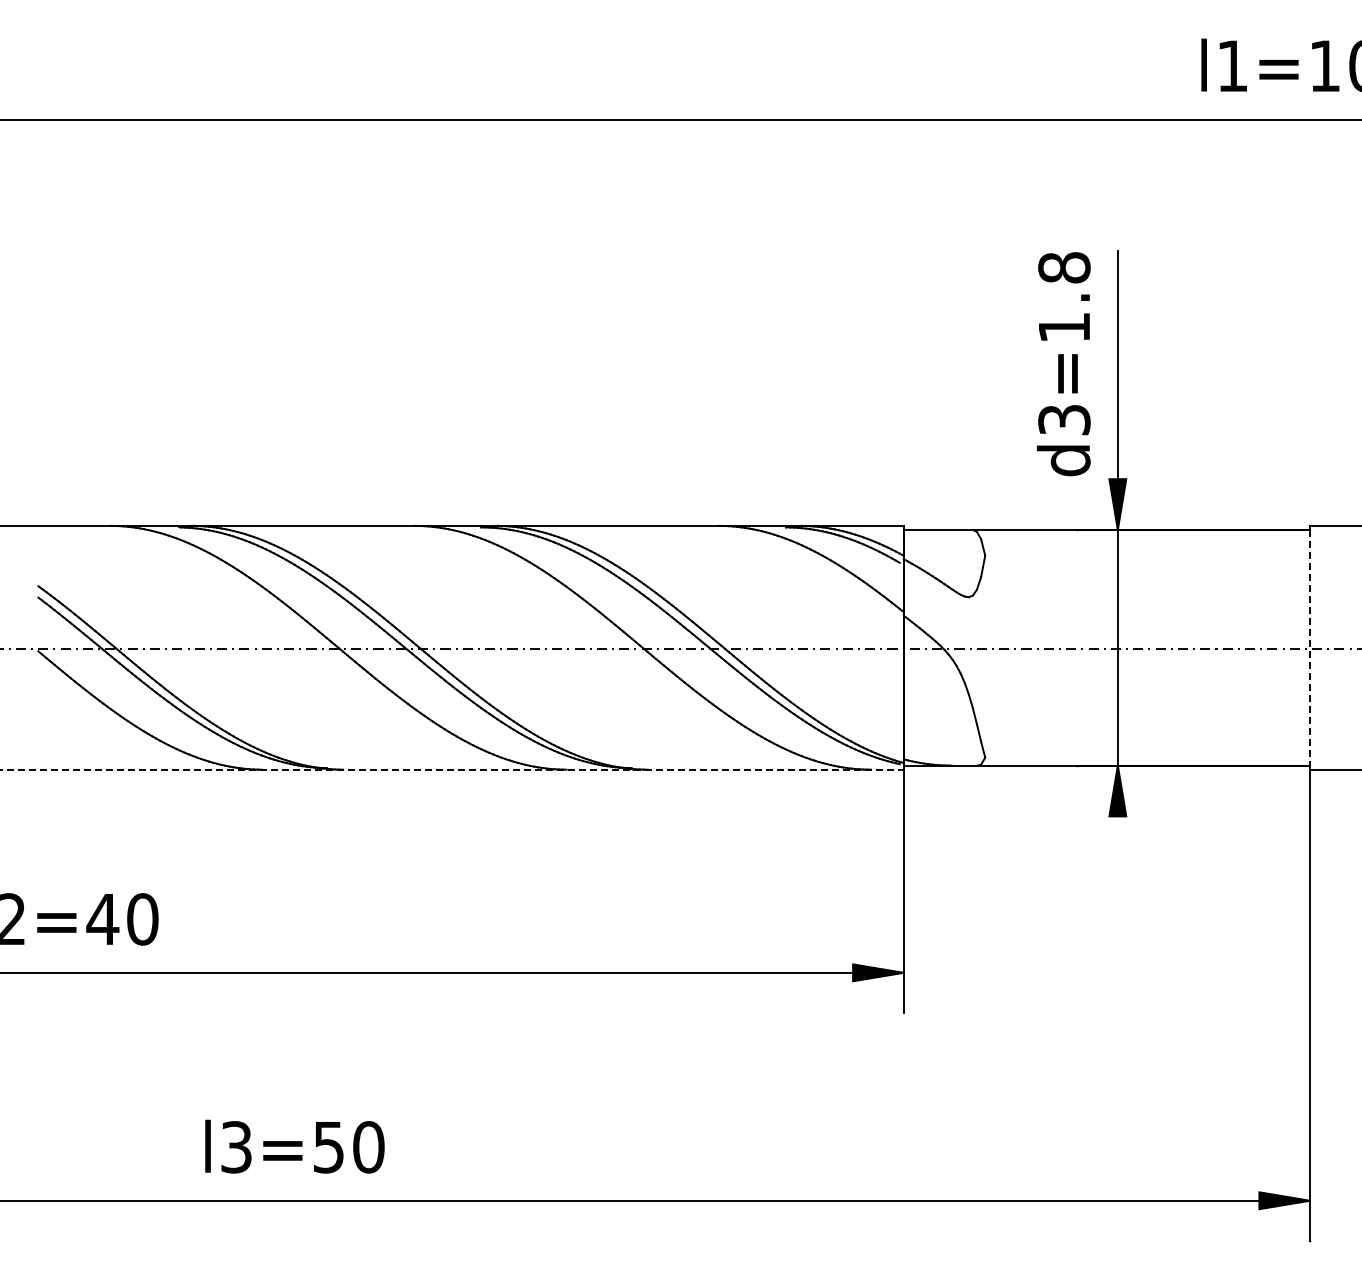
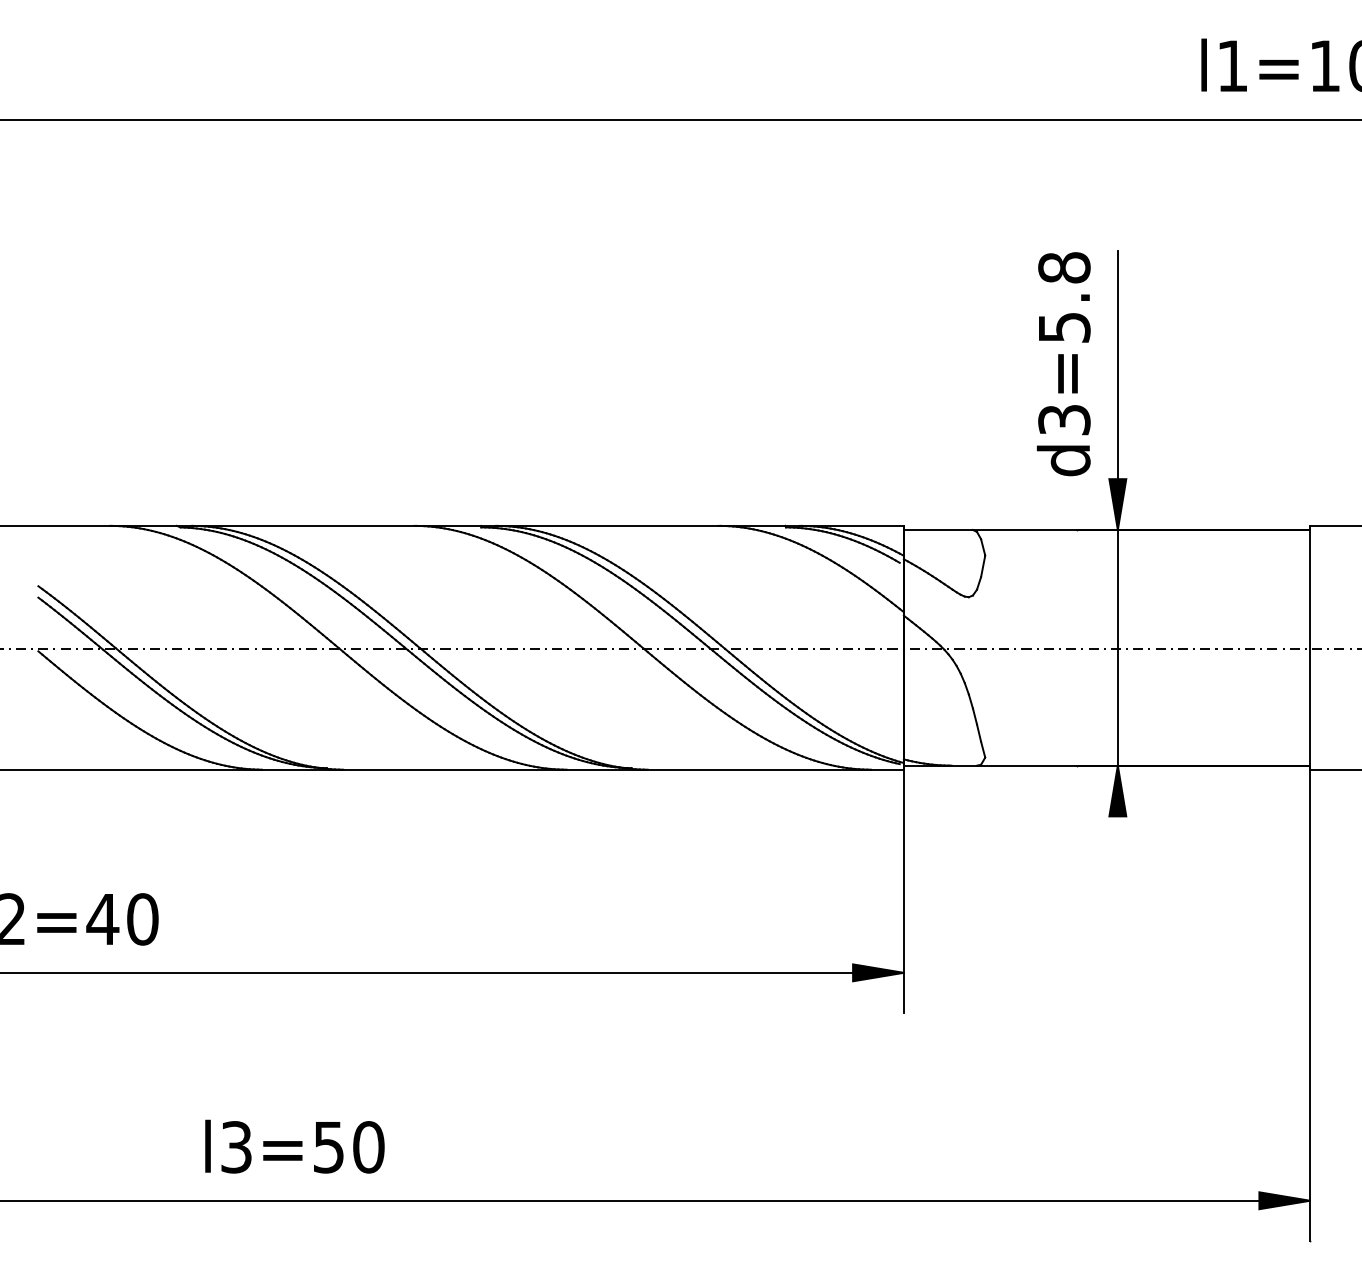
text at (1064, 327): d3=1.8 -> d3=5.8
line at (1310, 647): dashed -> solid
line at (452, 769): dashed -> solid
